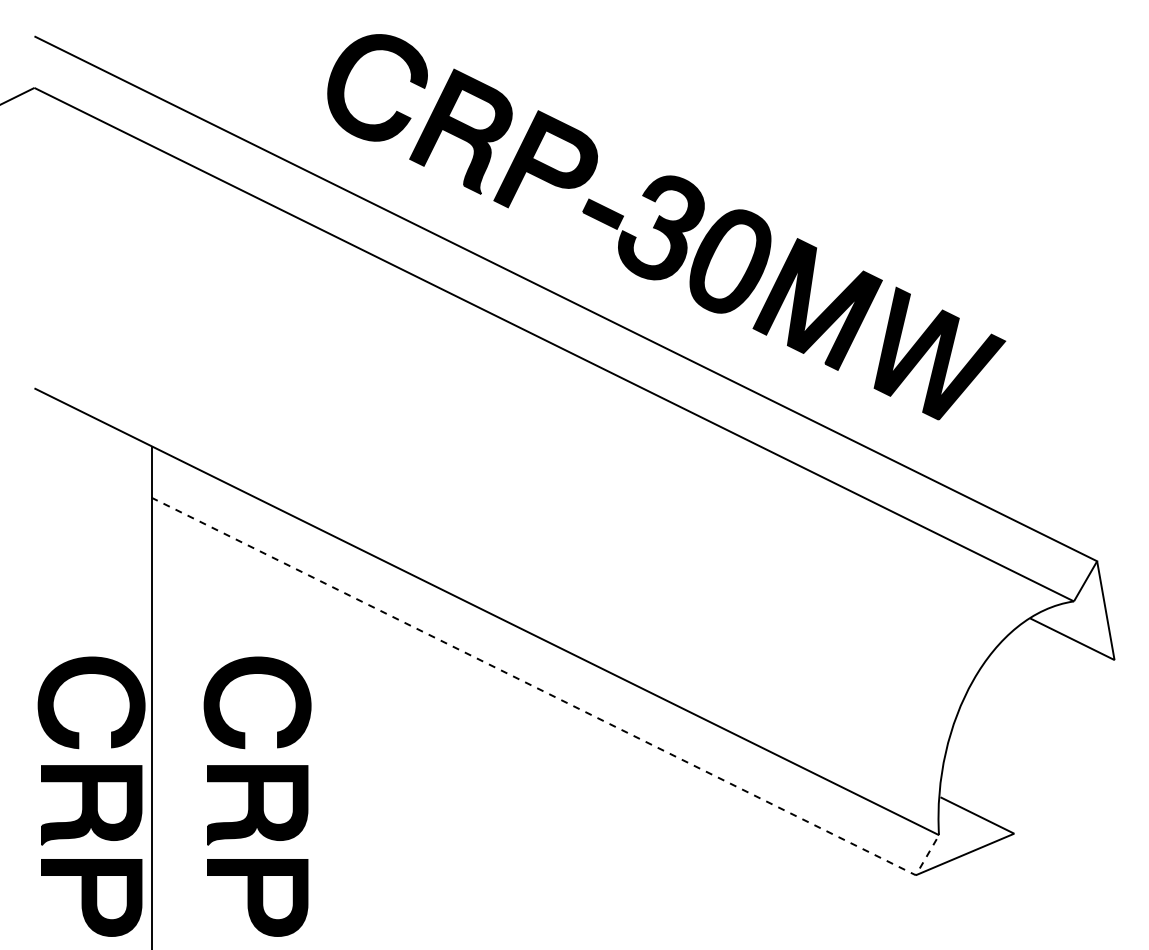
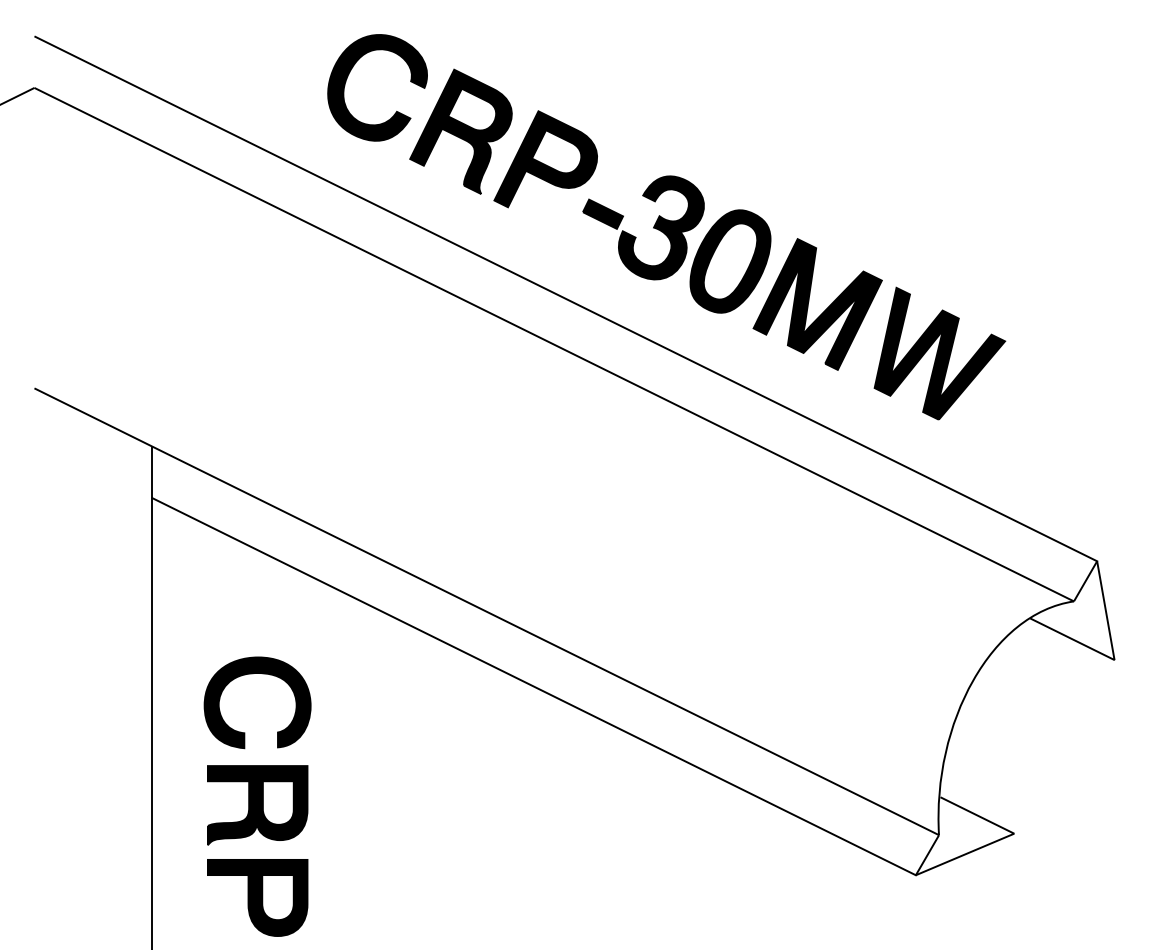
line at (555, 697): dashed -> solid
part at (91, 796): present -> none
